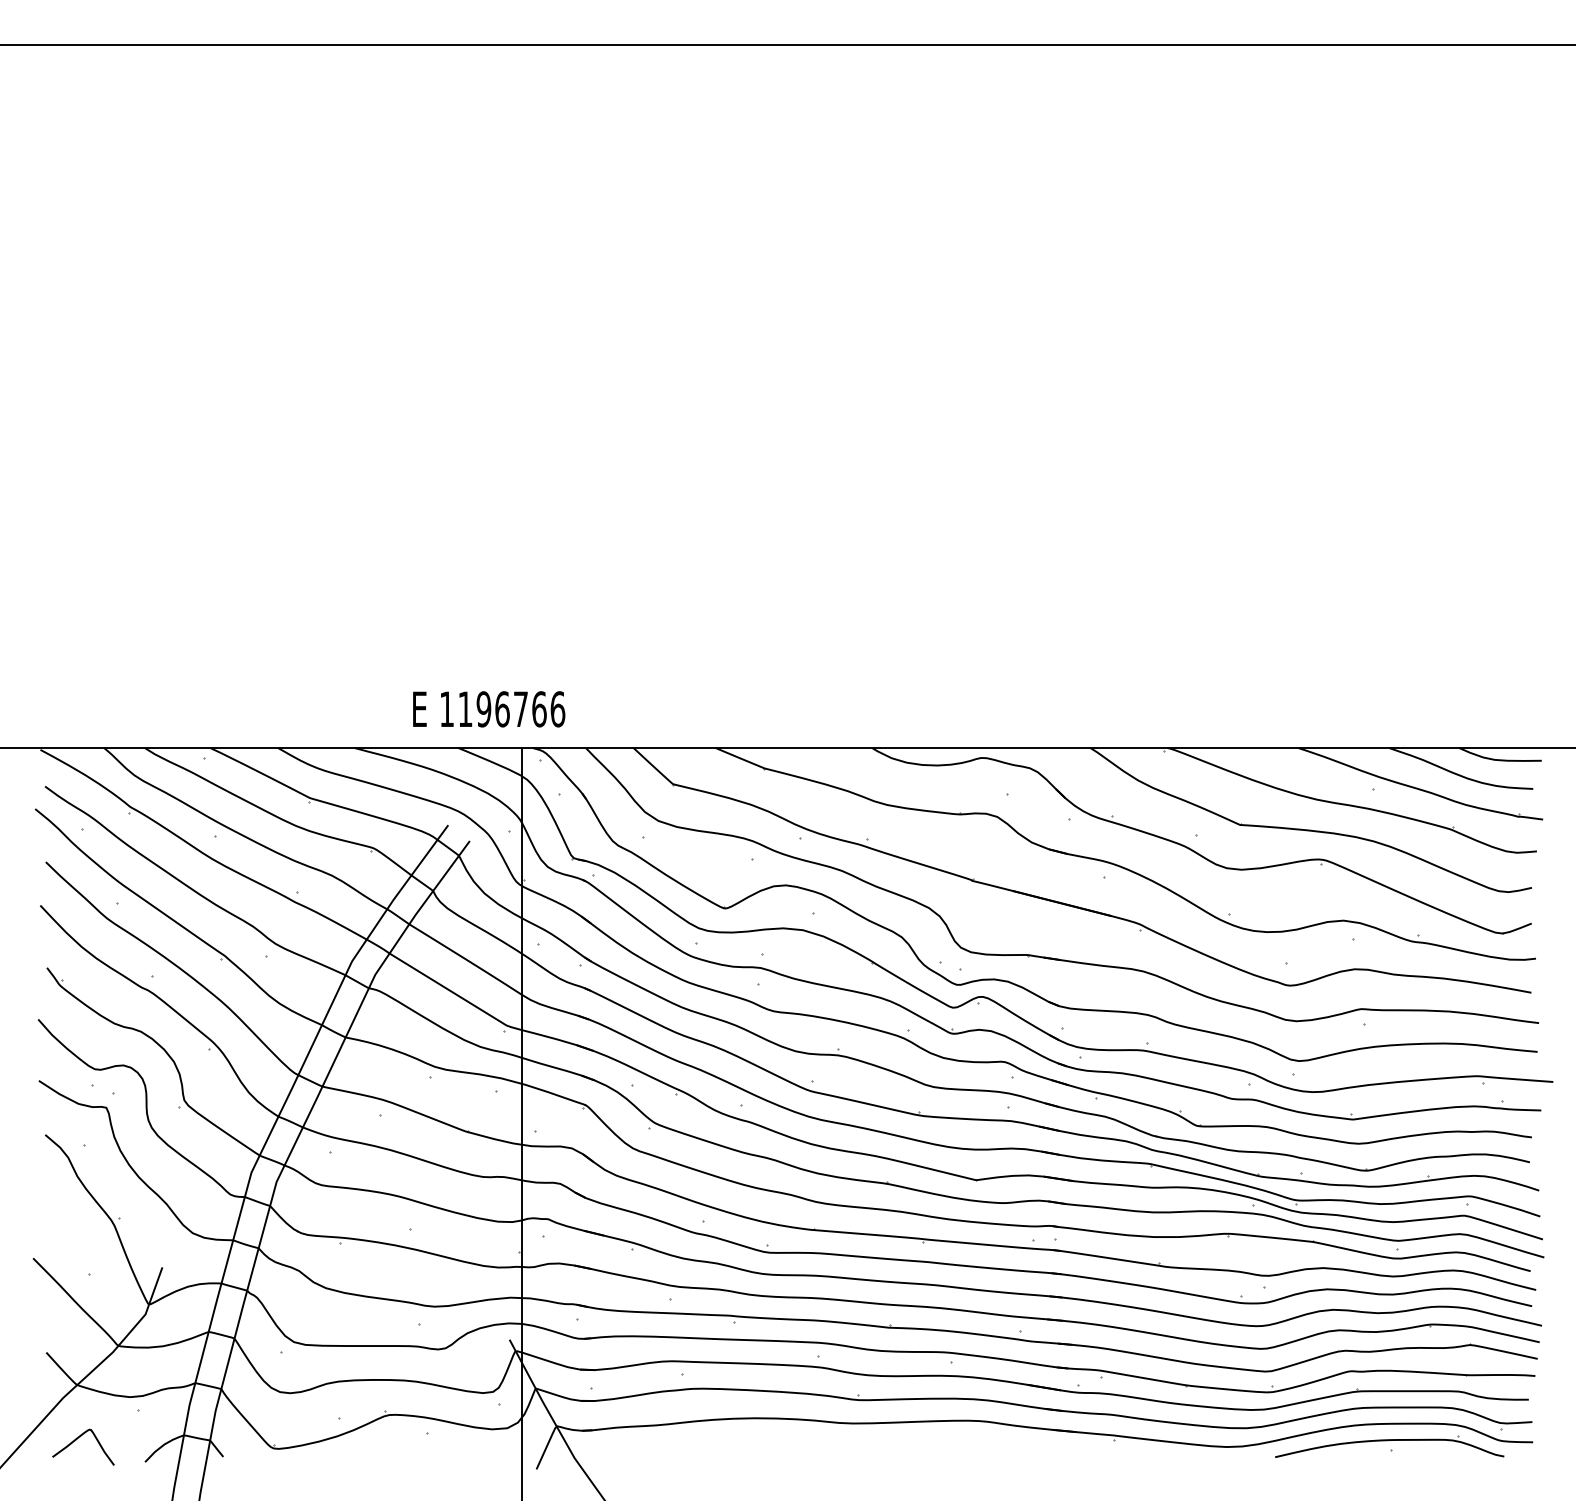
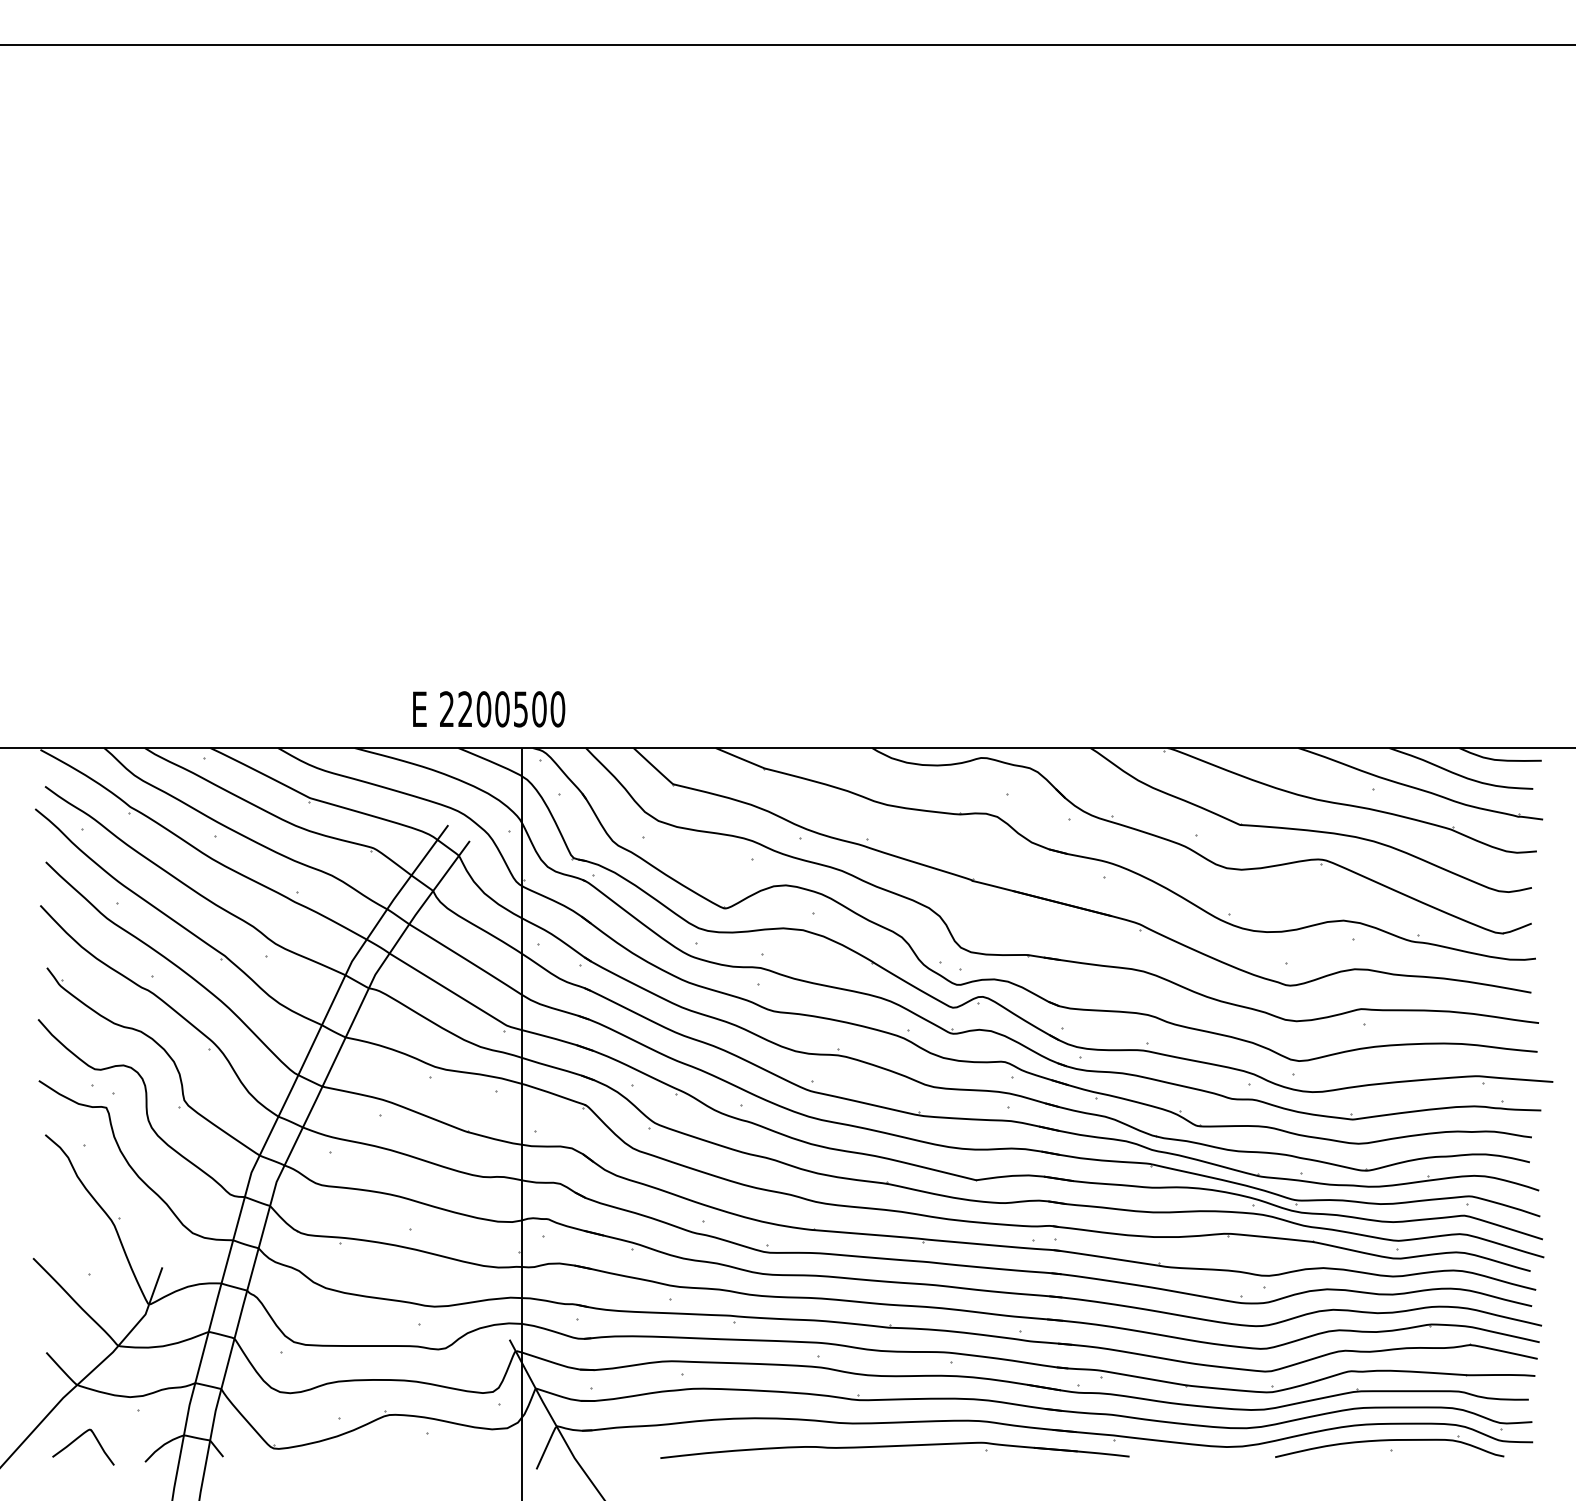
text at (502, 709): 1196766 -> 2200500
part at (894, 1449): none -> present
